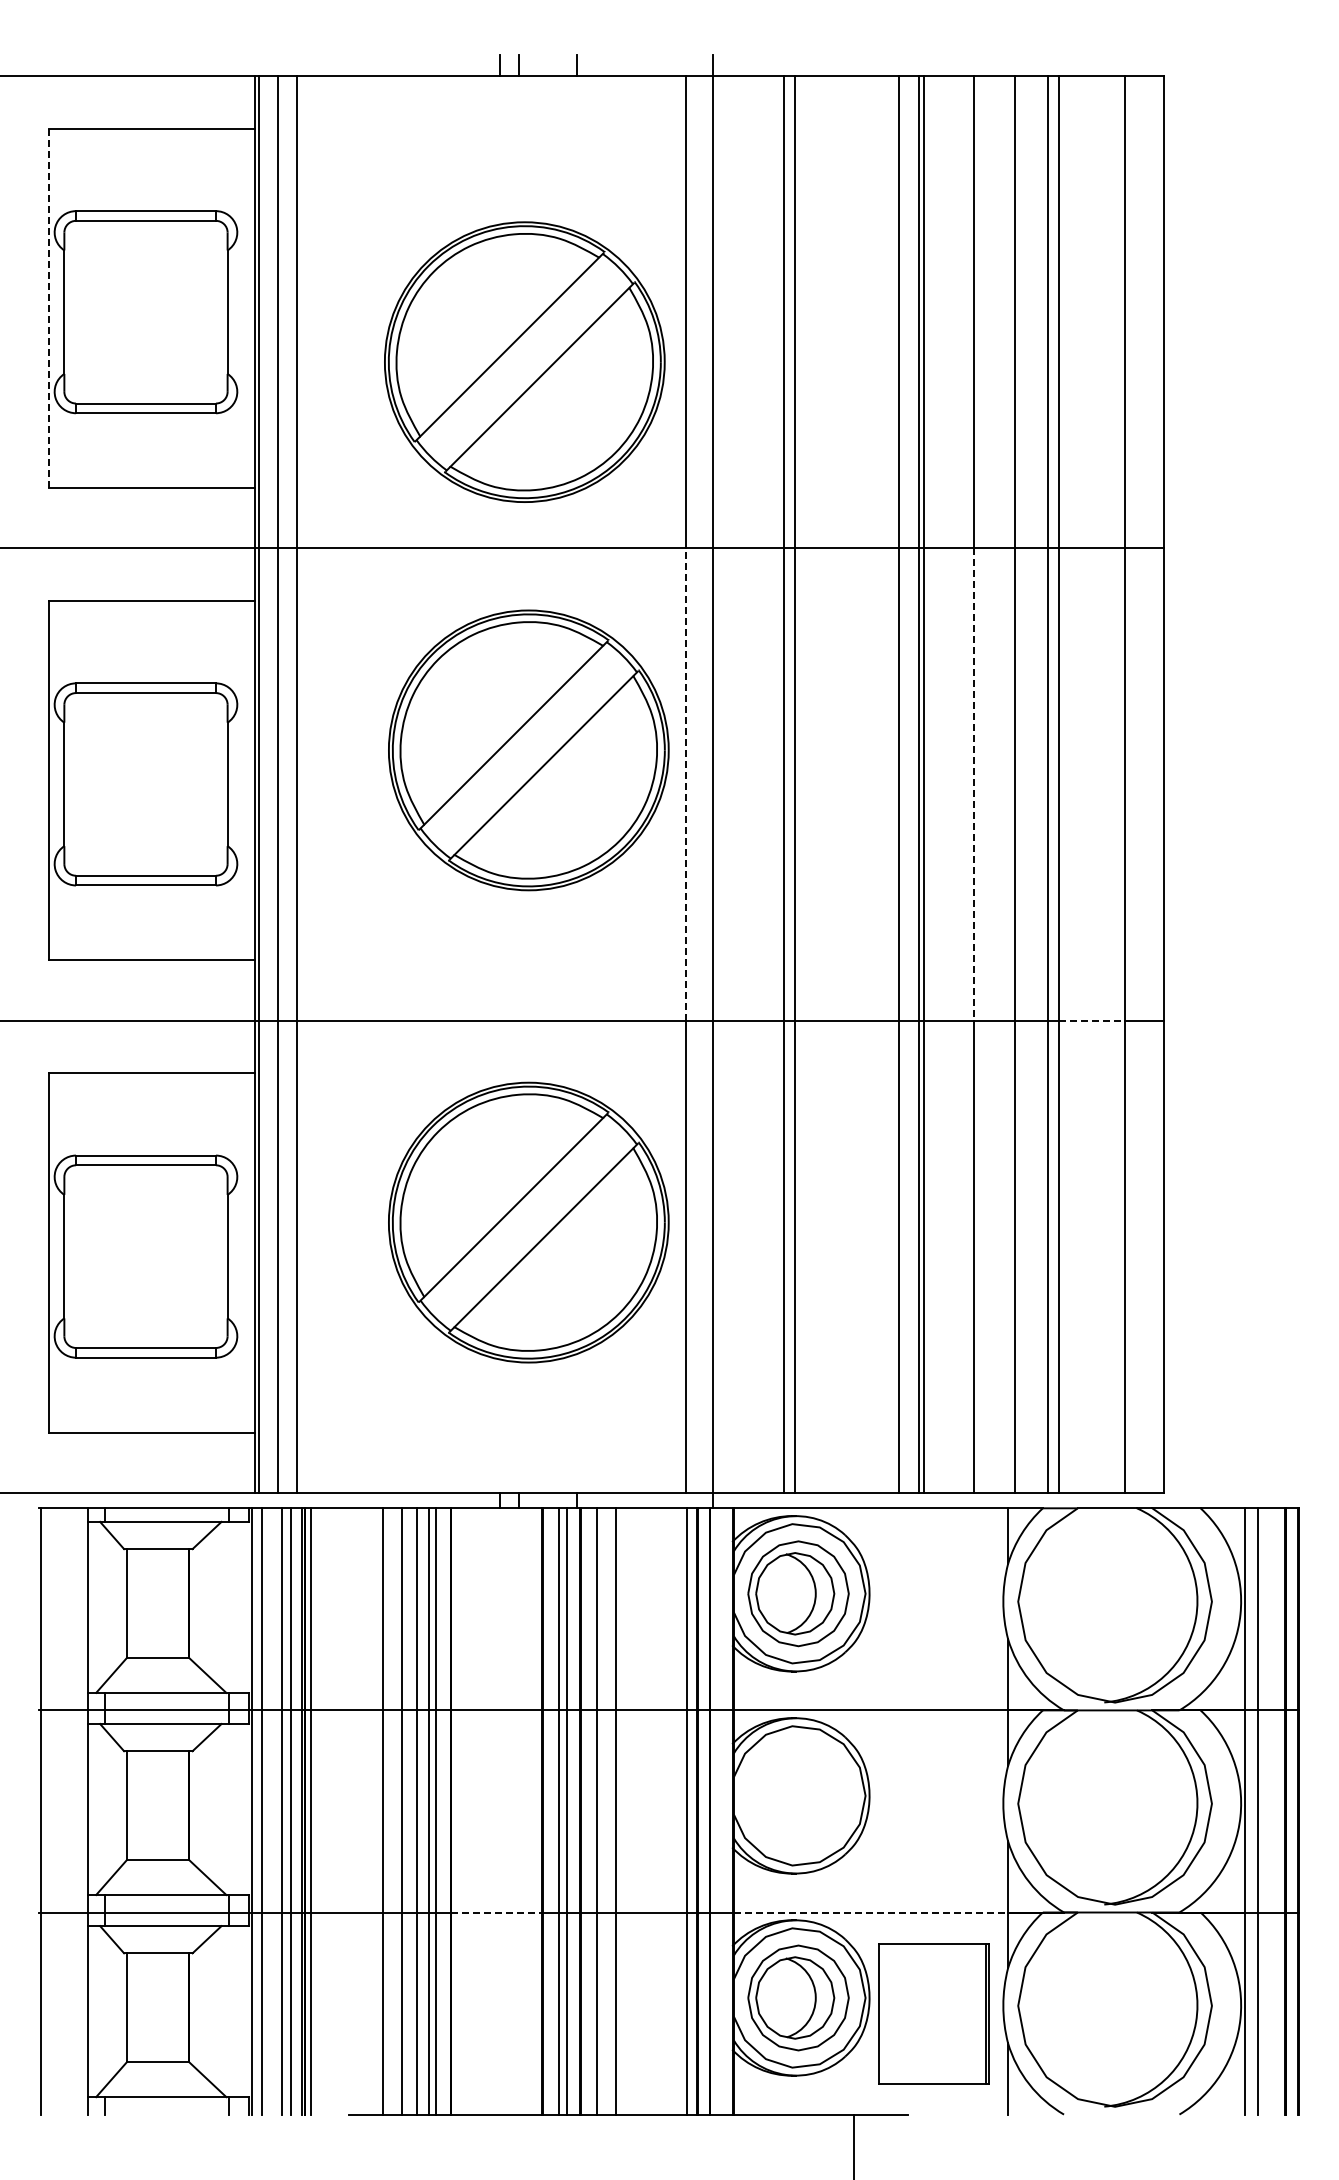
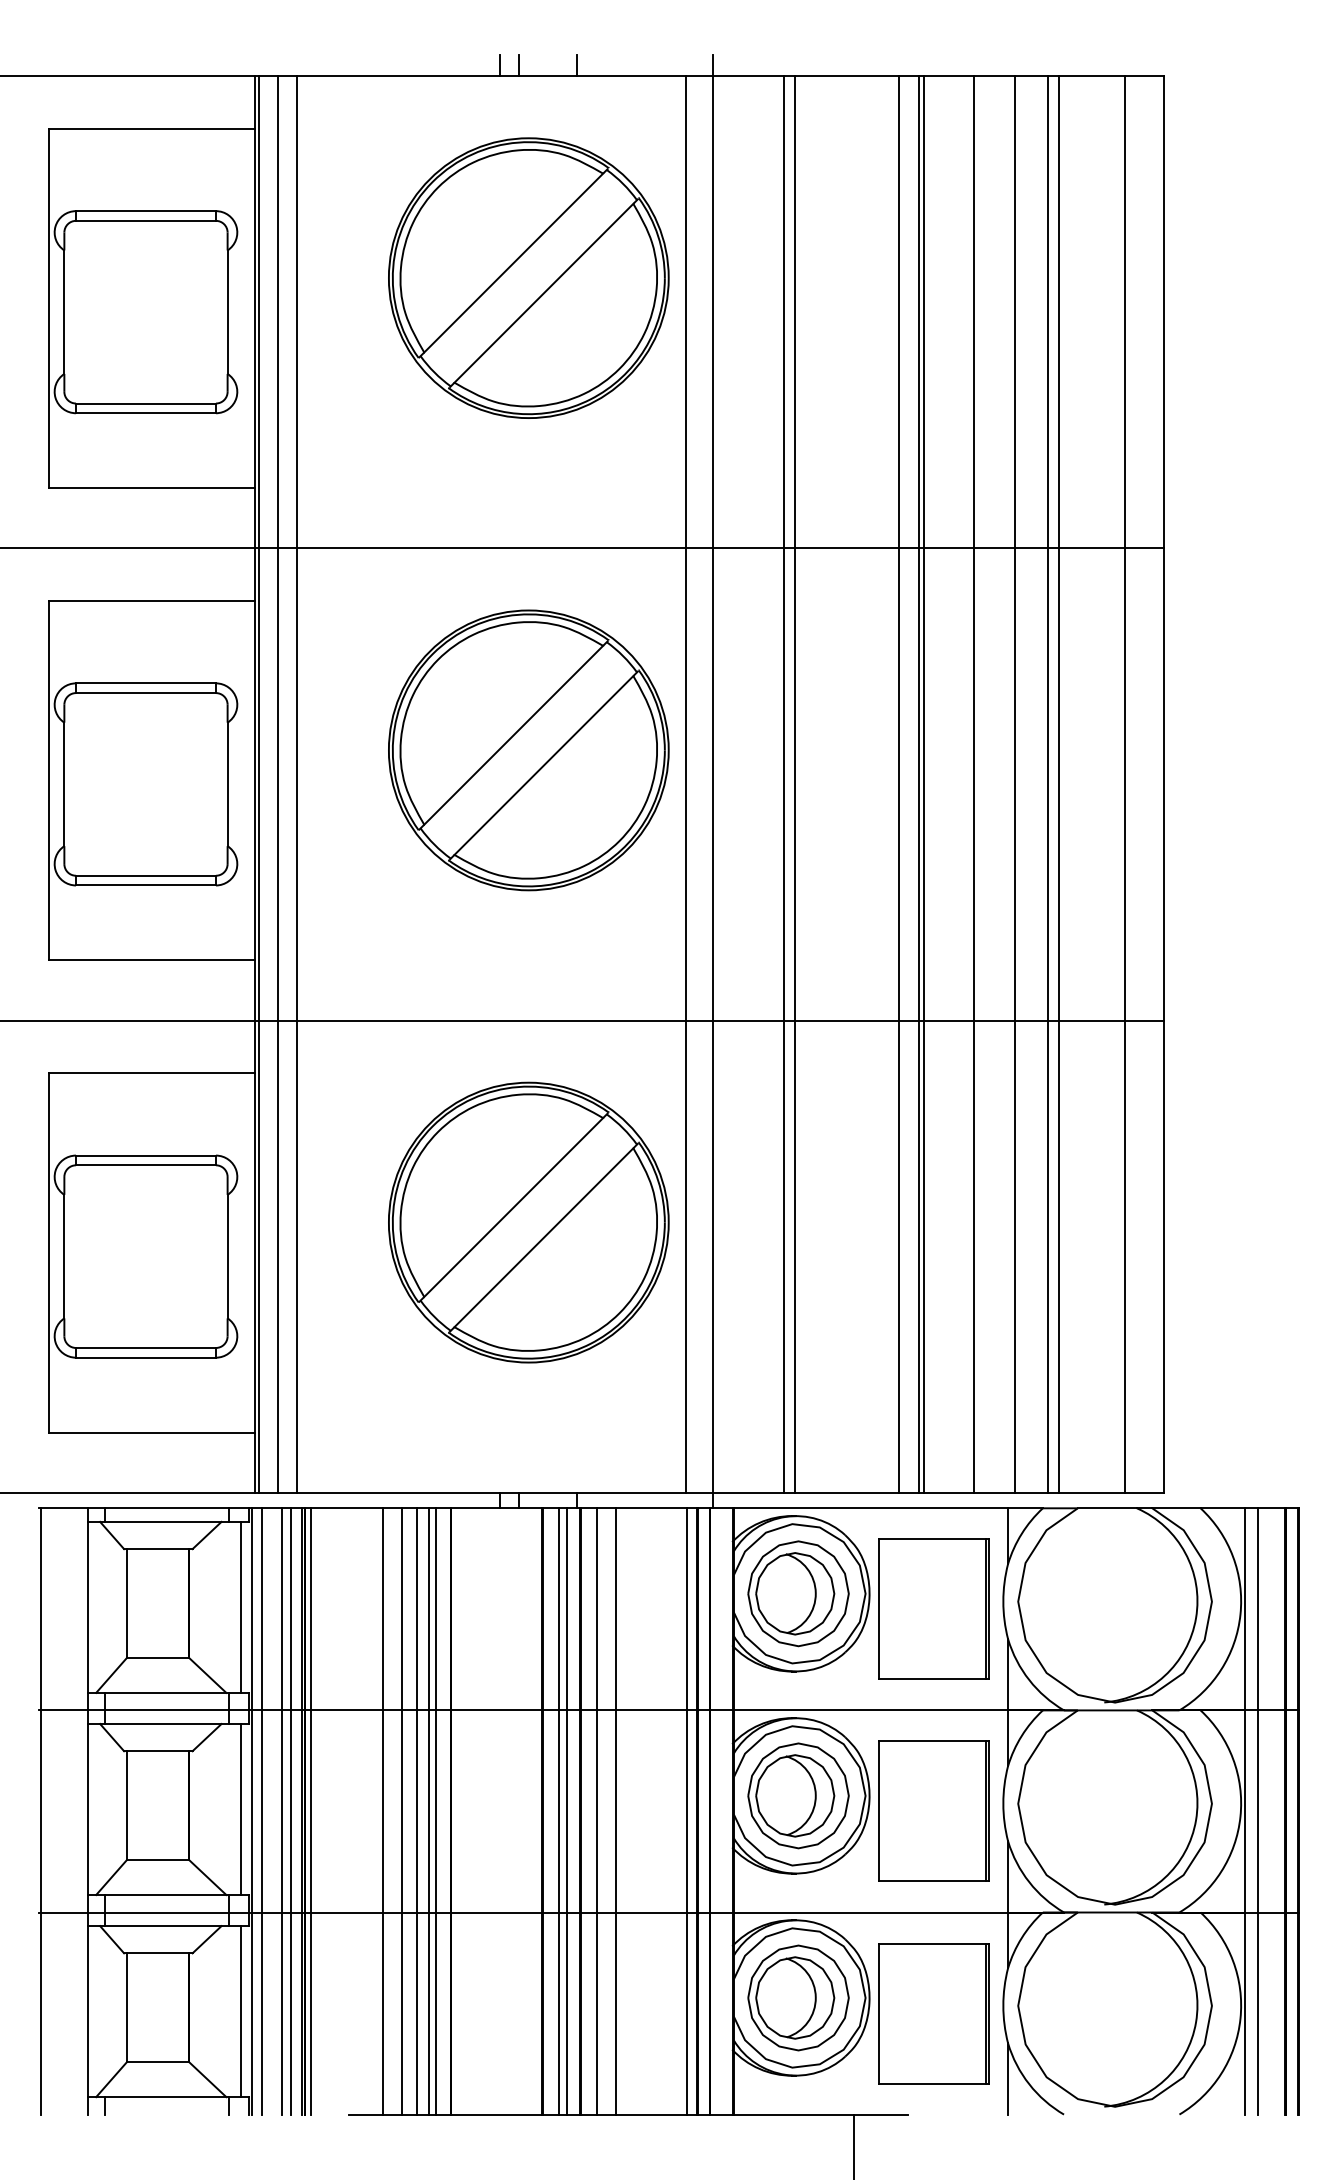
line at (48, 308): dashed -> solid
part at (524, 361) position: (524, 361) -> (528, 277)
line at (685, 783): dashed -> solid
line at (973, 784): dashed -> solid
line at (1092, 1020): dashed -> solid
line at (241, 1606): none -> present
part at (933, 1608): none -> present
part at (798, 1795): none -> present
line at (241, 1809): none -> present
part at (933, 1810): none -> present
line at (496, 1912): dashed -> solid
line at (871, 1912): dashed -> solid
line at (241, 2011): none -> present
